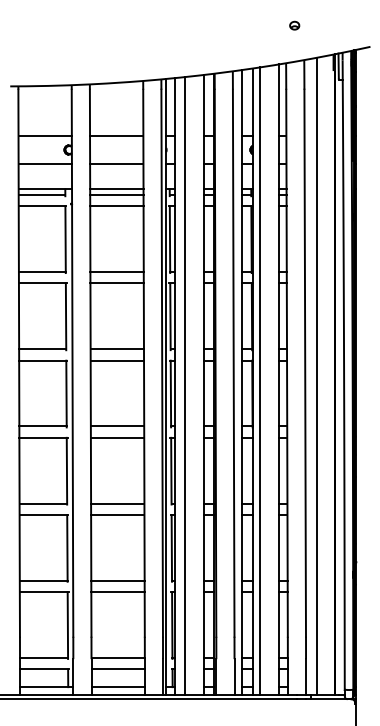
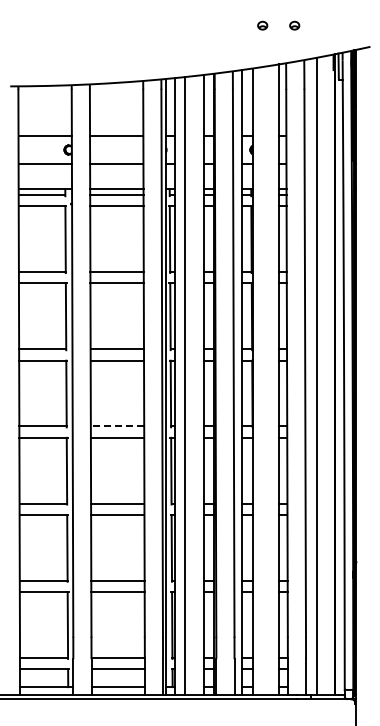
part at (262, 25): none -> present
line at (260, 380): present -> none
line at (117, 426): solid -> dashed
